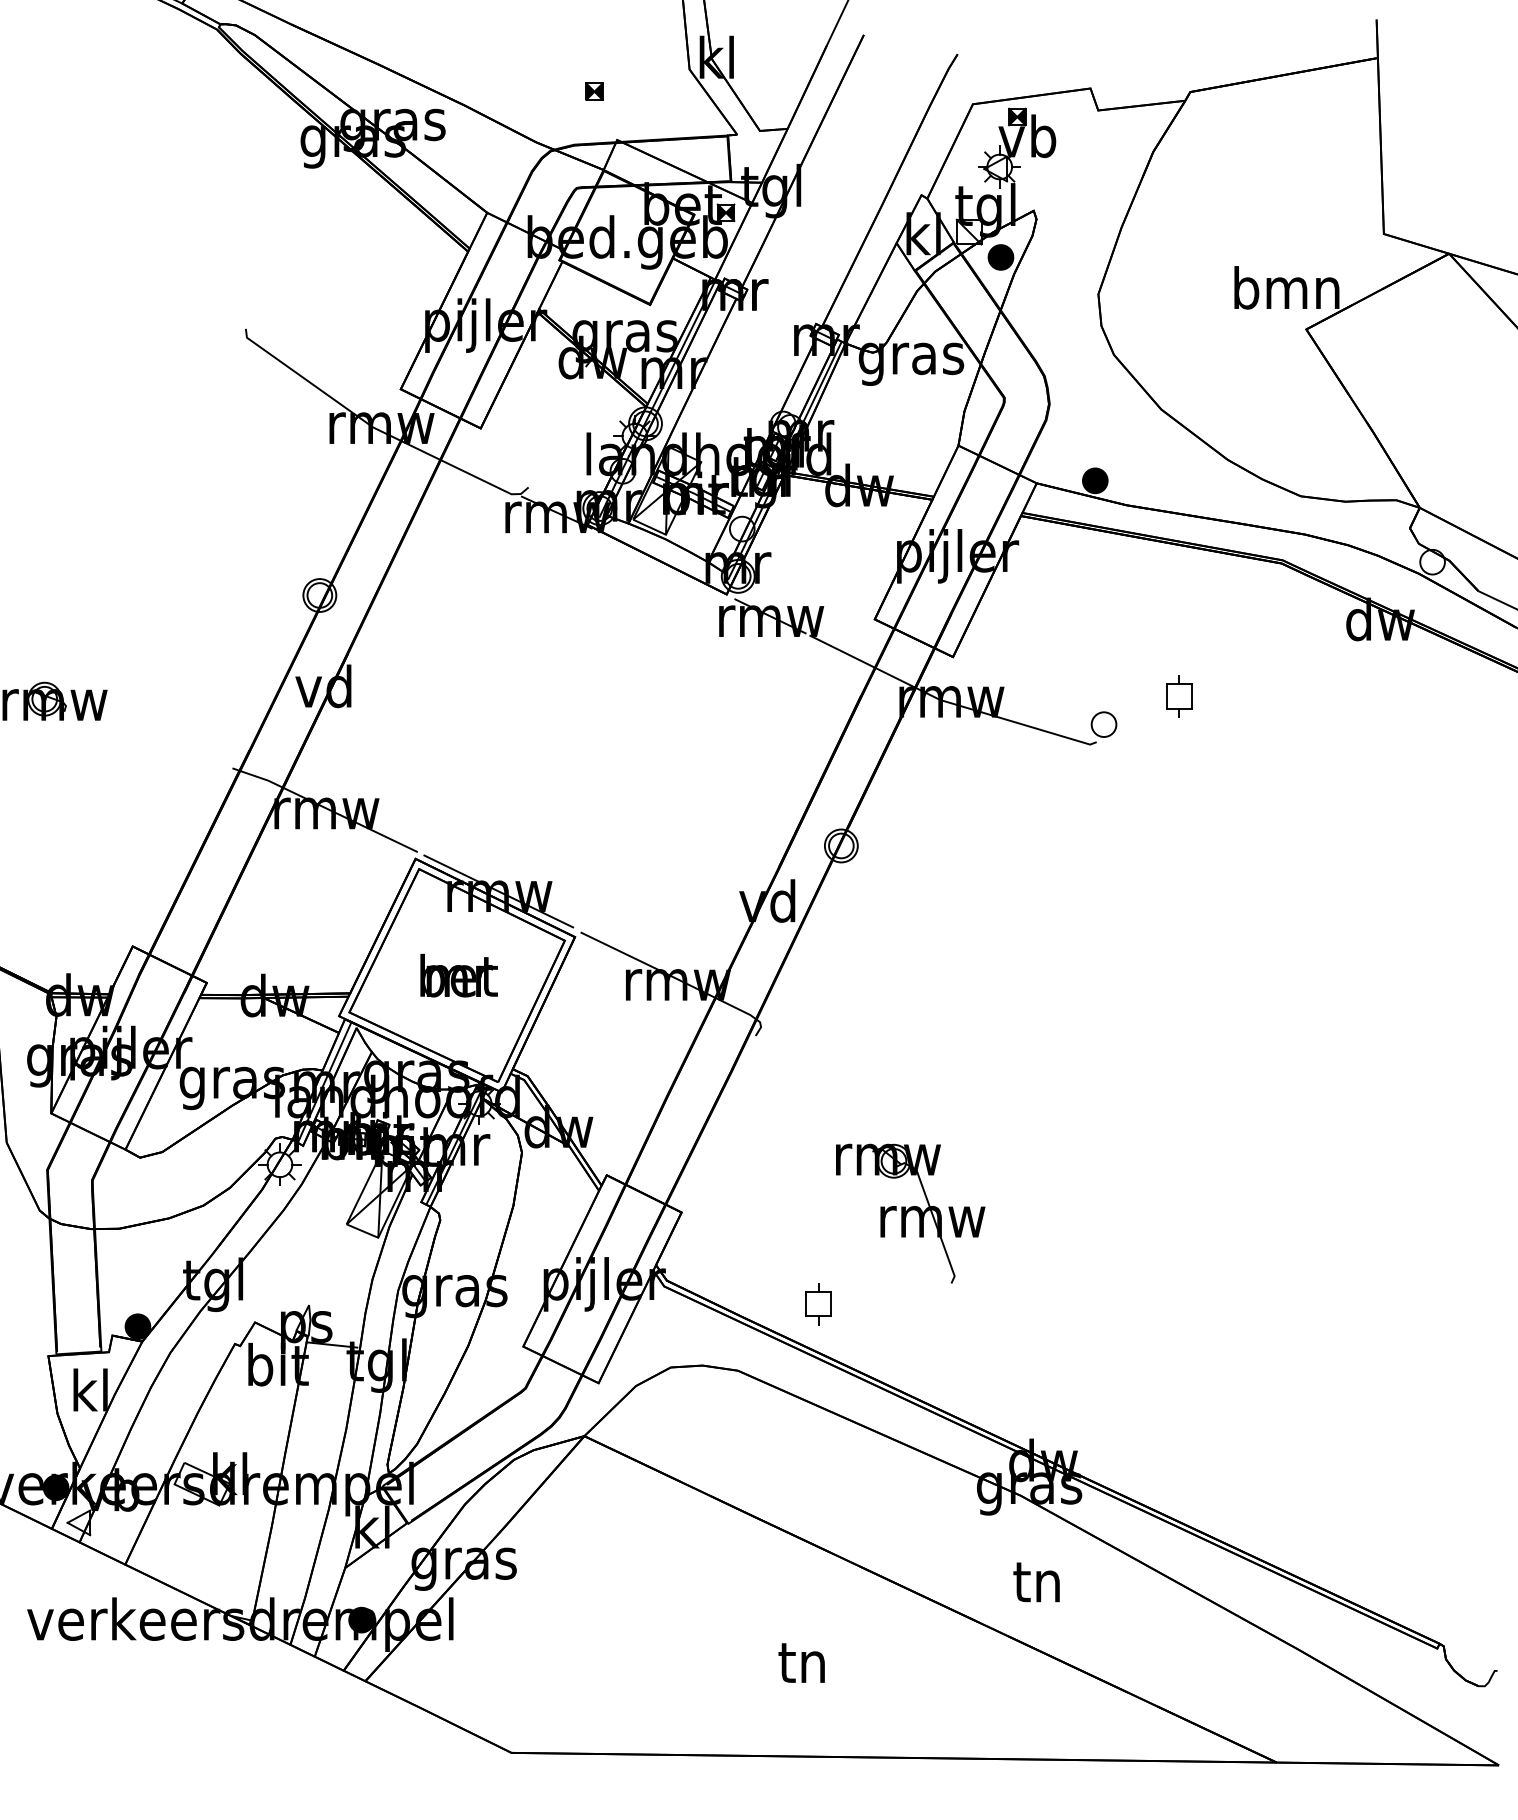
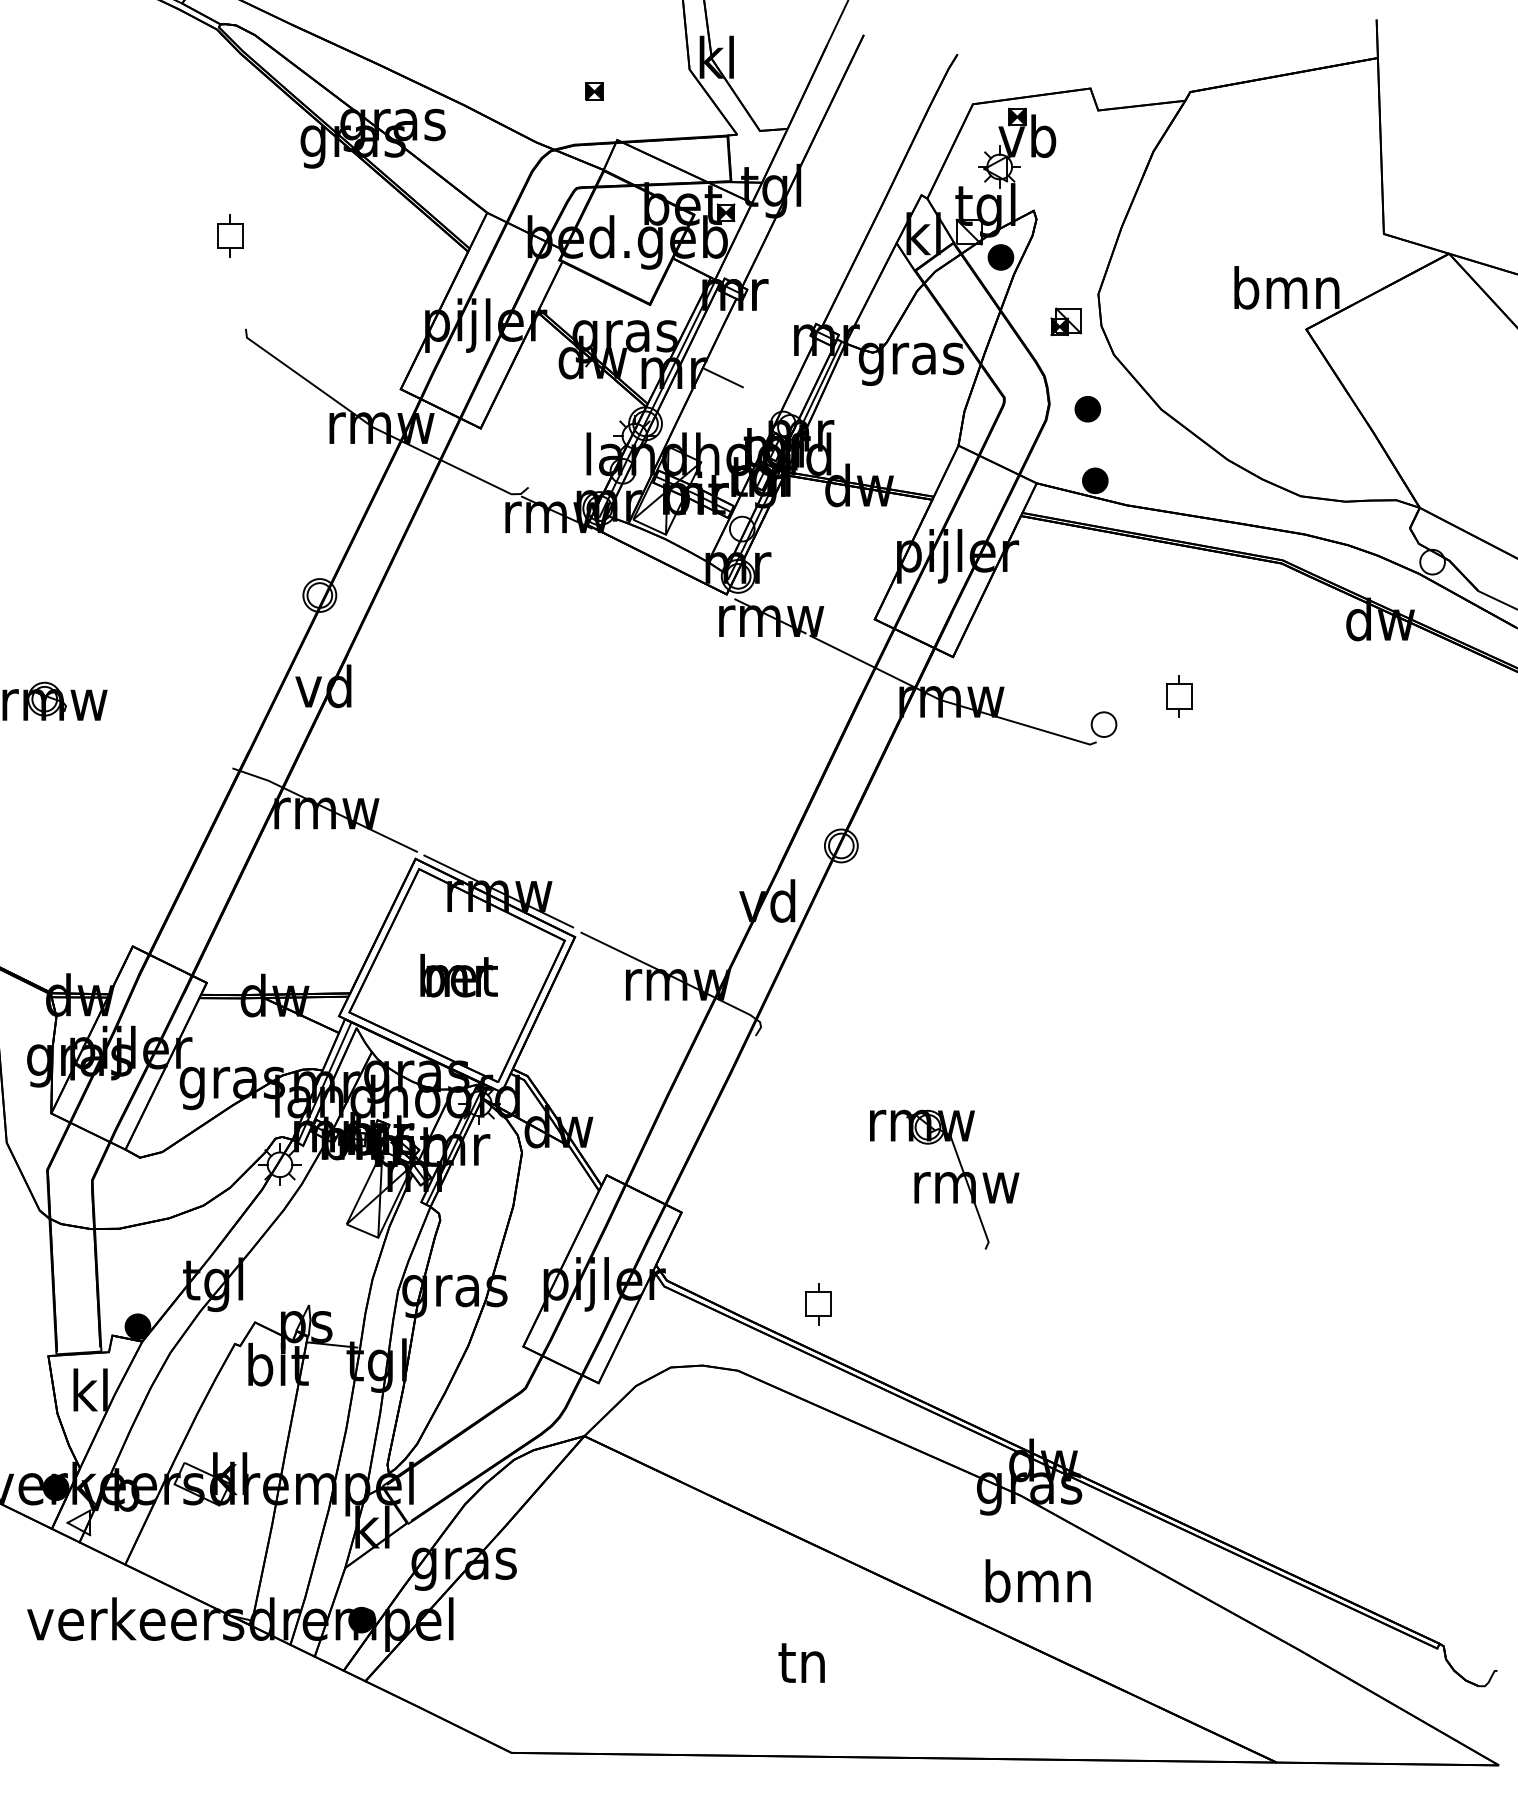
part at (230, 235): none -> present
part at (1065, 321): none -> present
line at (722, 377): none -> present
part at (1087, 409): none -> present
part at (910, 1213) position: (910, 1213) -> (944, 1179)
text at (1037, 1580): tn -> bmn
